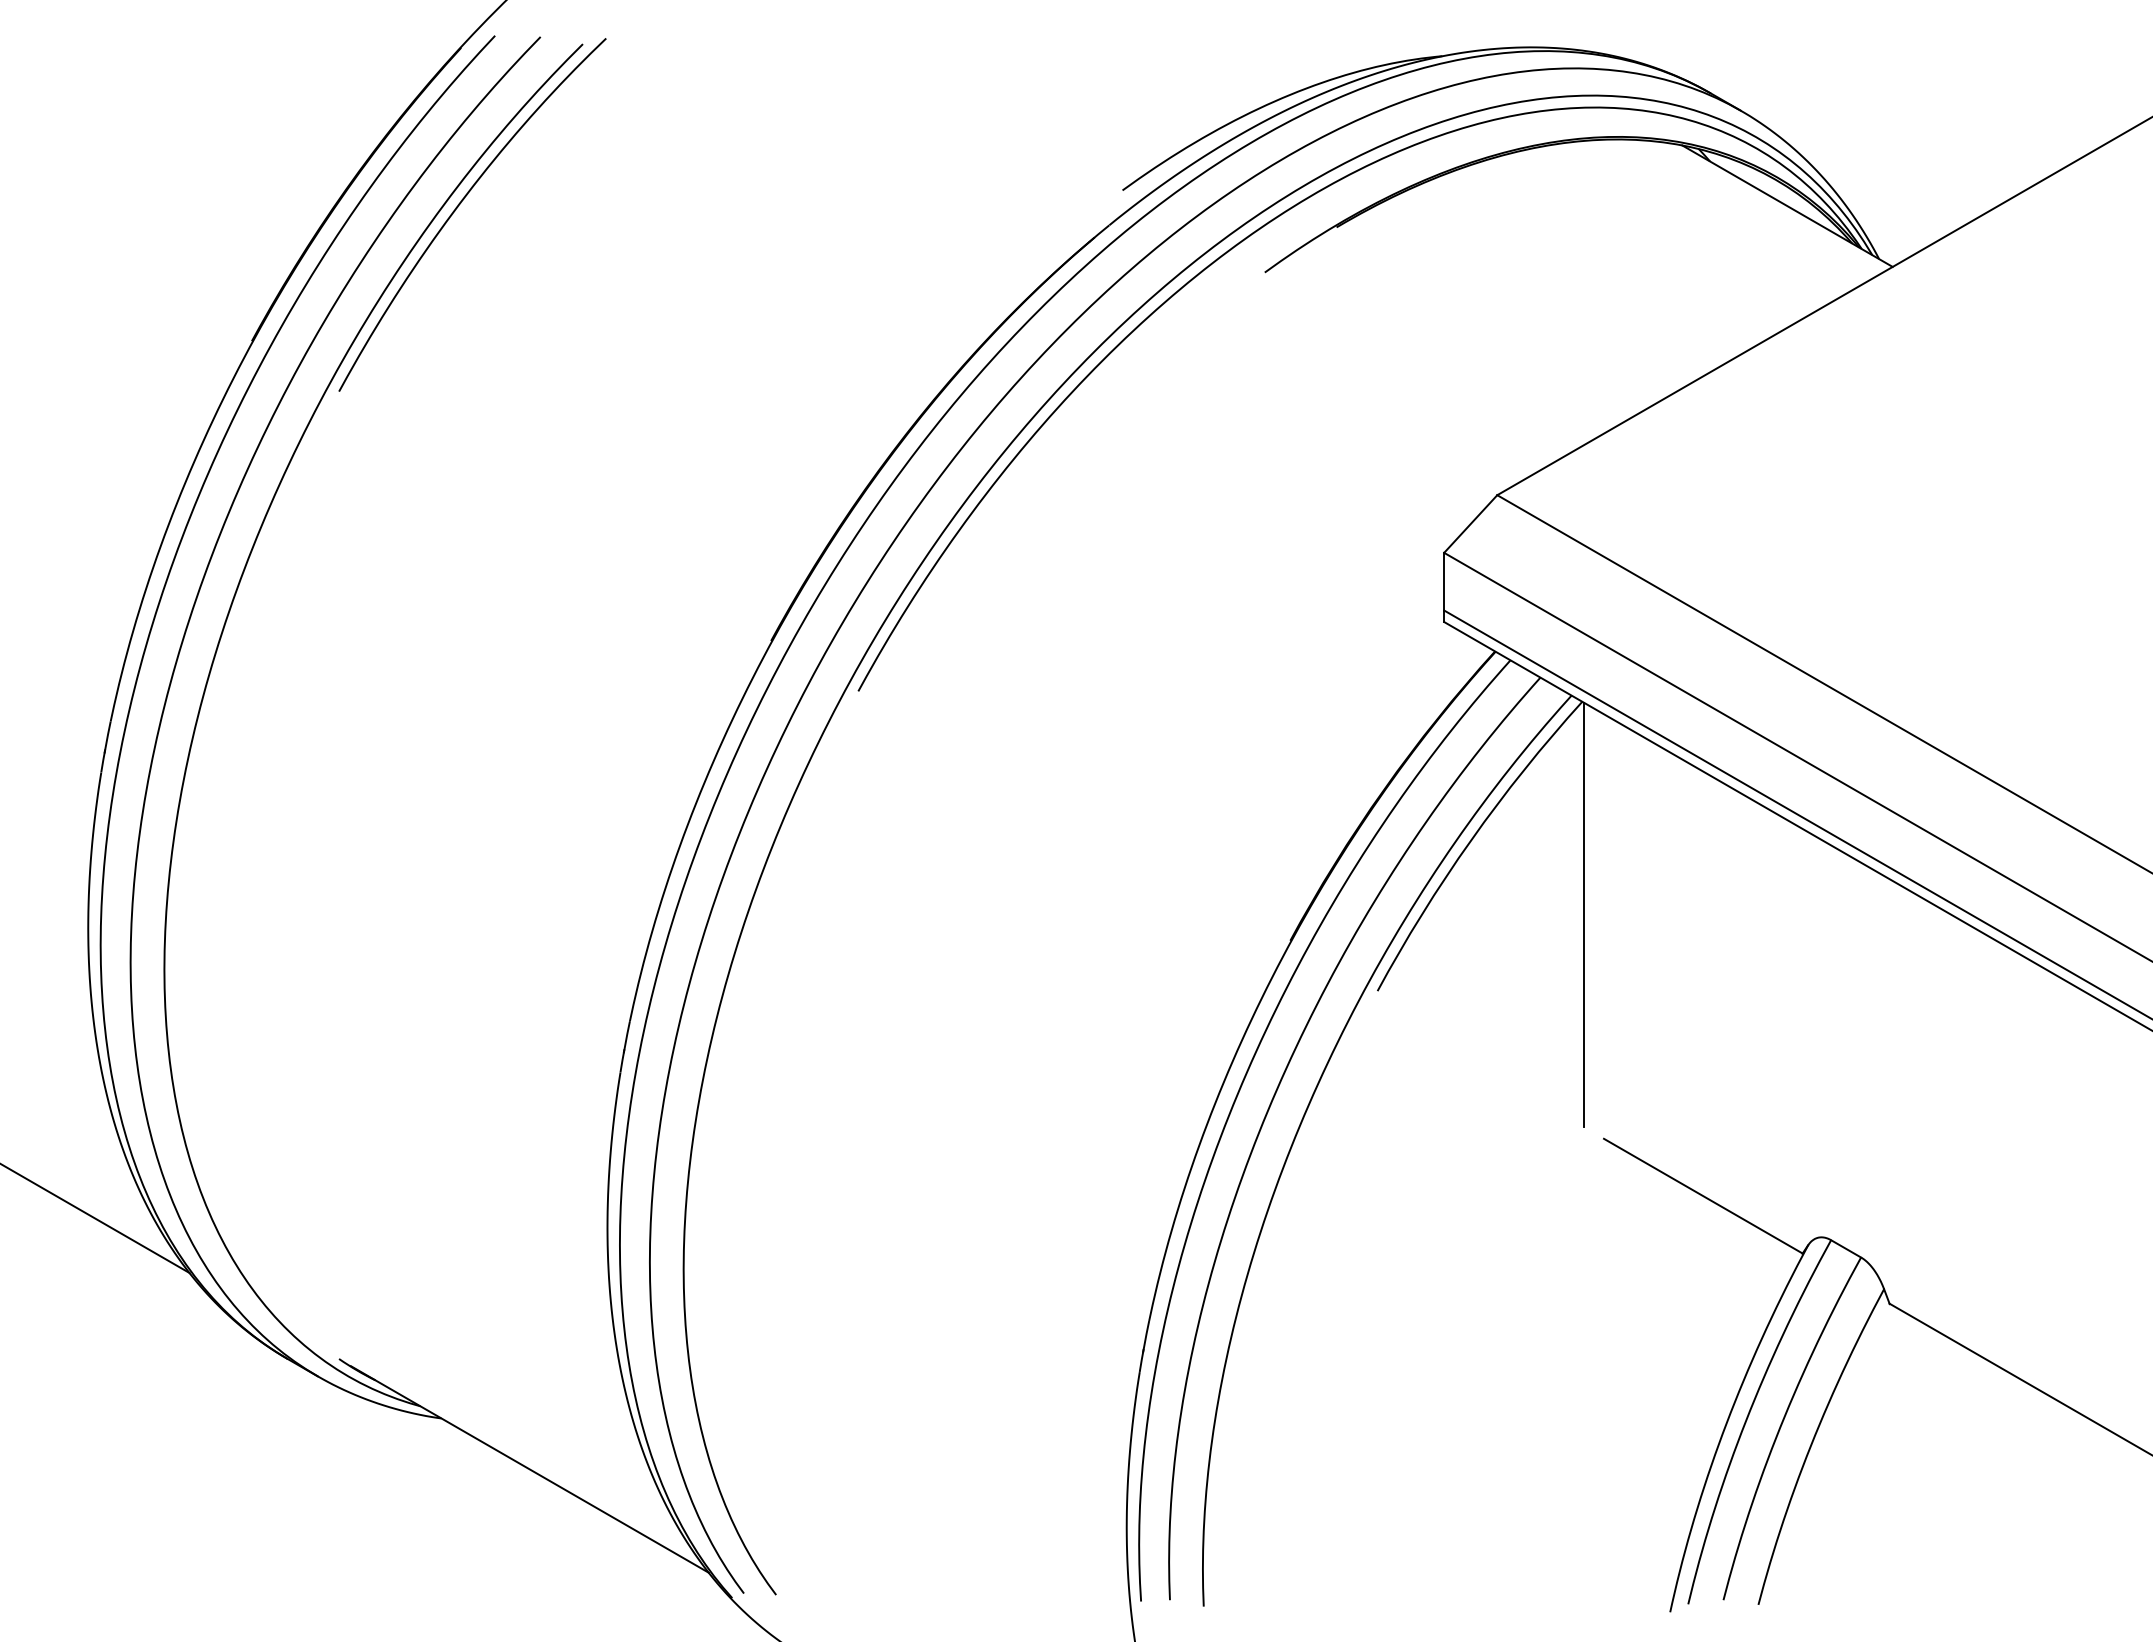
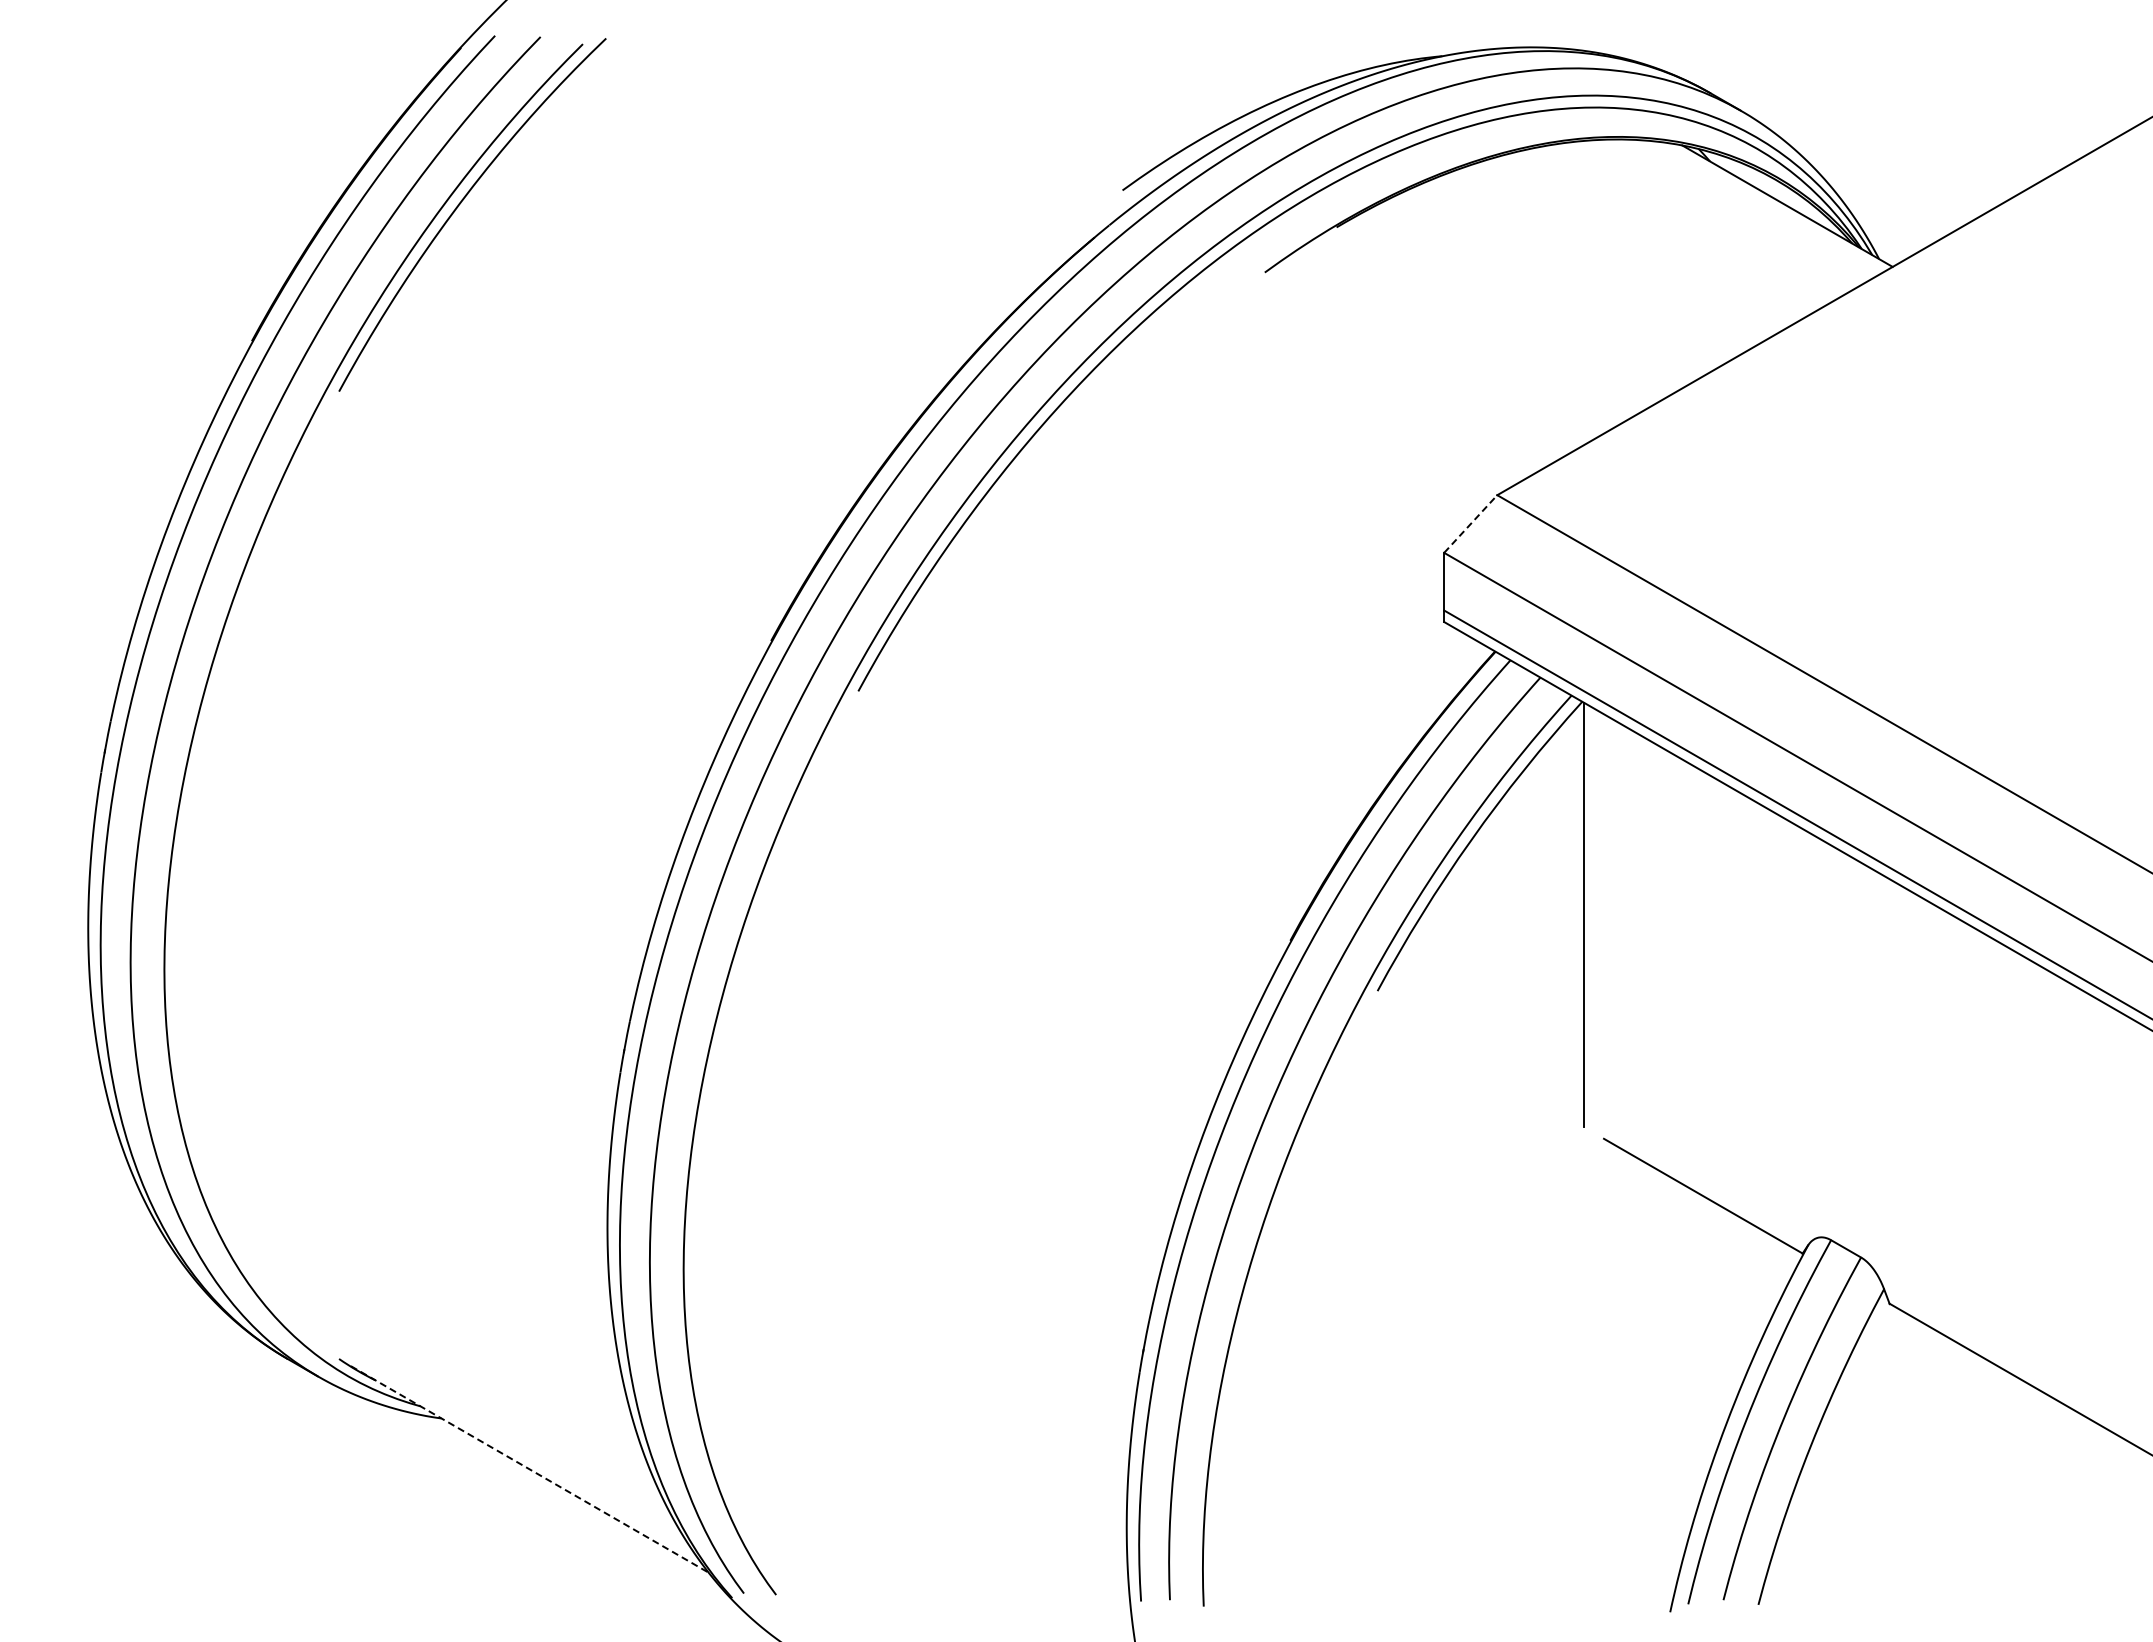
line at (1471, 523): solid -> dashed
line at (95, 1218): present -> none
line at (529, 1469): solid -> dashed
